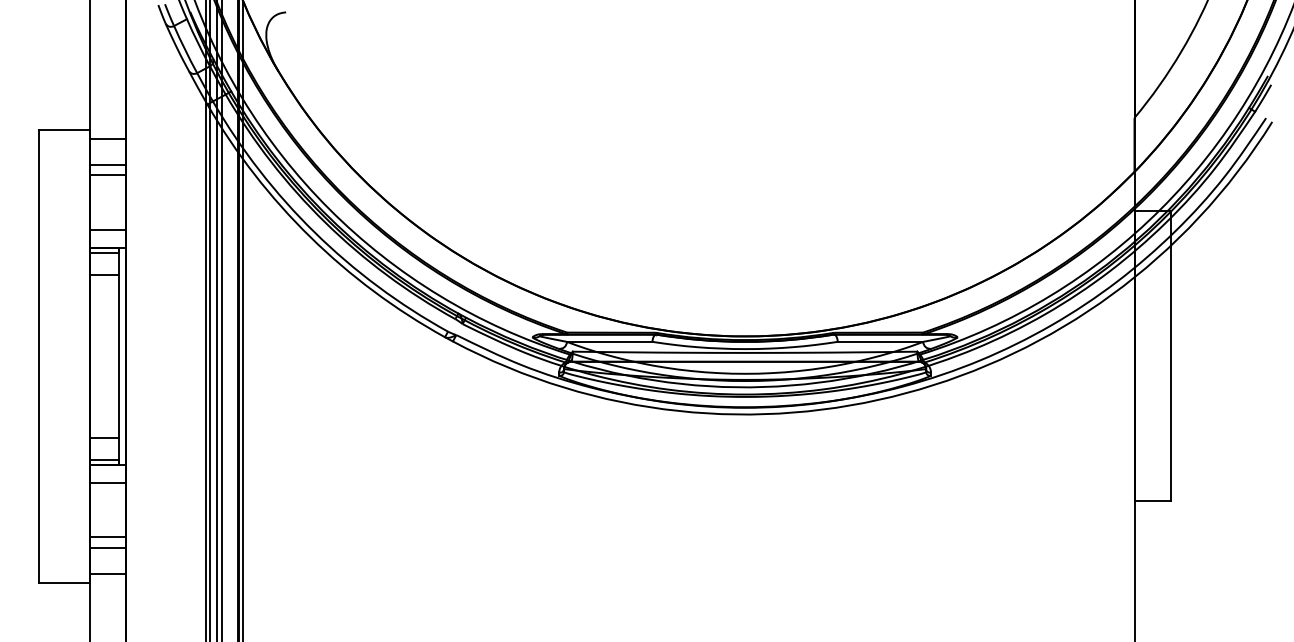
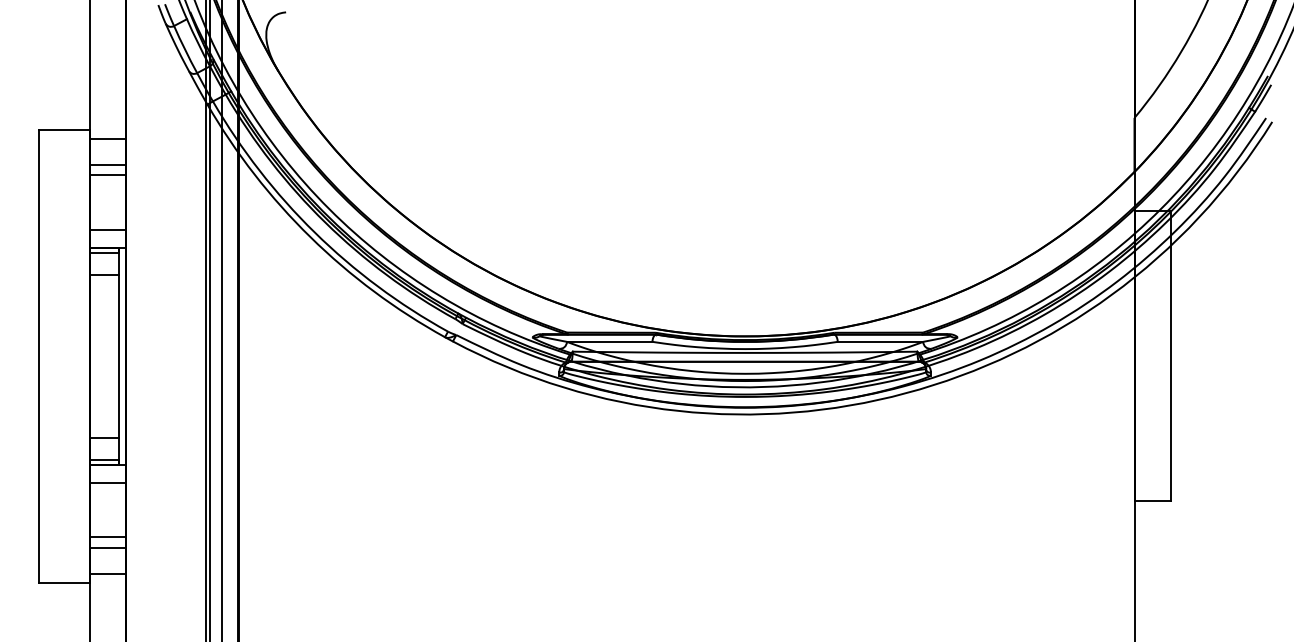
line at (216, 320): present -> none
line at (243, 320): present -> none
